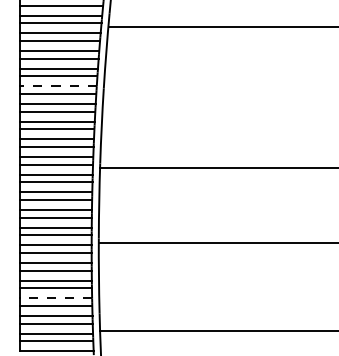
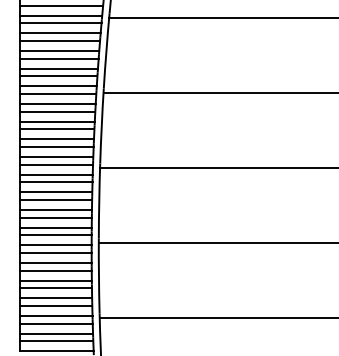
line at (222, 27) position: (222, 27) -> (222, 18)
line at (58, 86): dashed -> solid
line at (219, 93): none -> present
line at (56, 298): dashed -> solid
line at (217, 330) position: (217, 330) -> (217, 317)
